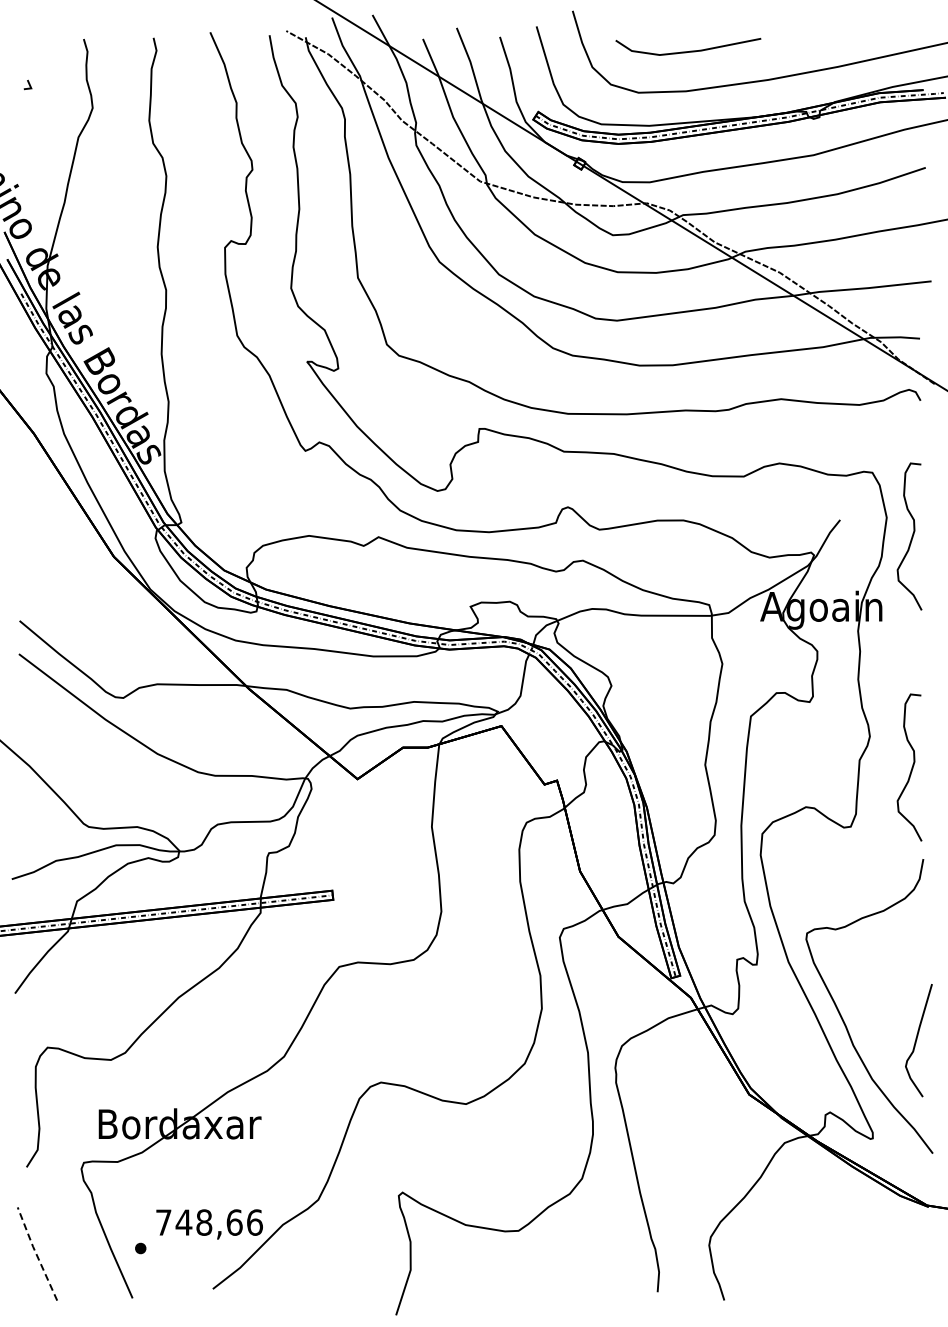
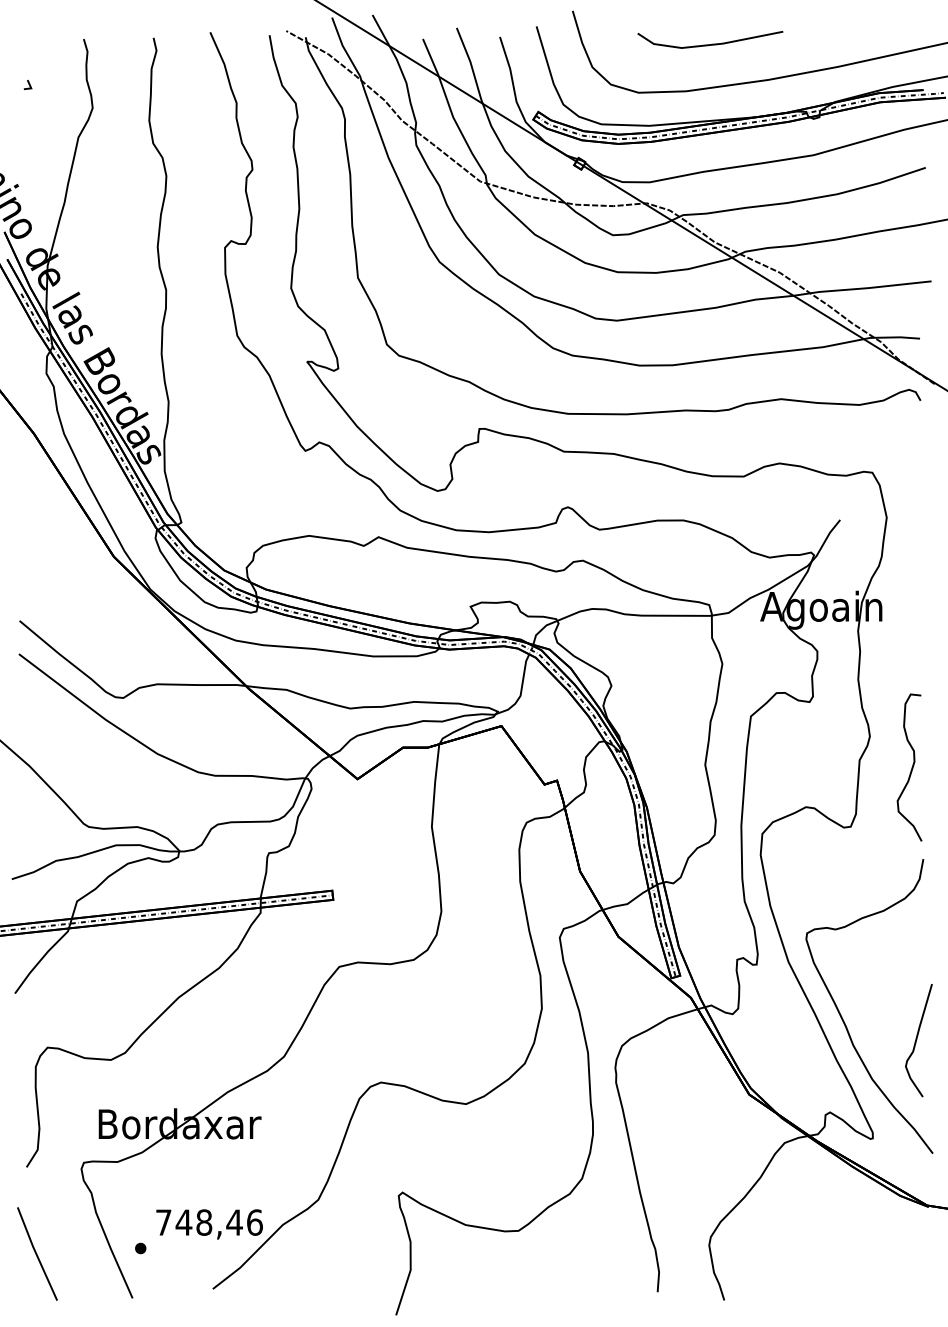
line at (690, 50) position: (690, 50) -> (712, 43)
curve at (911, 536): present -> none
text at (234, 1222): 748,66 -> 748,46
line at (36, 1253): dashed -> solid
